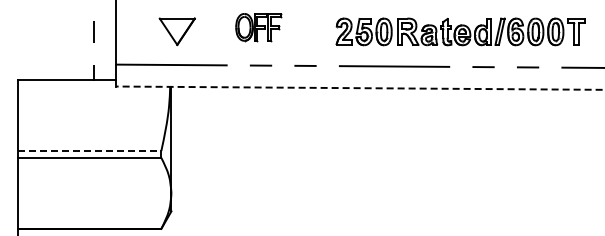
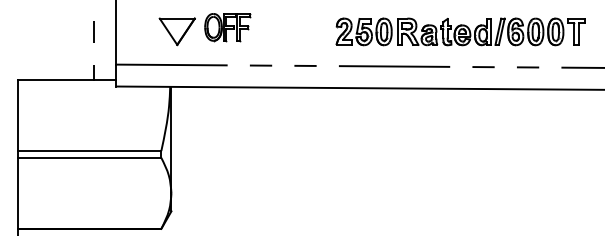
part at (258, 27) position: (258, 27) -> (227, 27)
line at (360, 88): dashed -> solid
line at (89, 151): dashed -> solid
